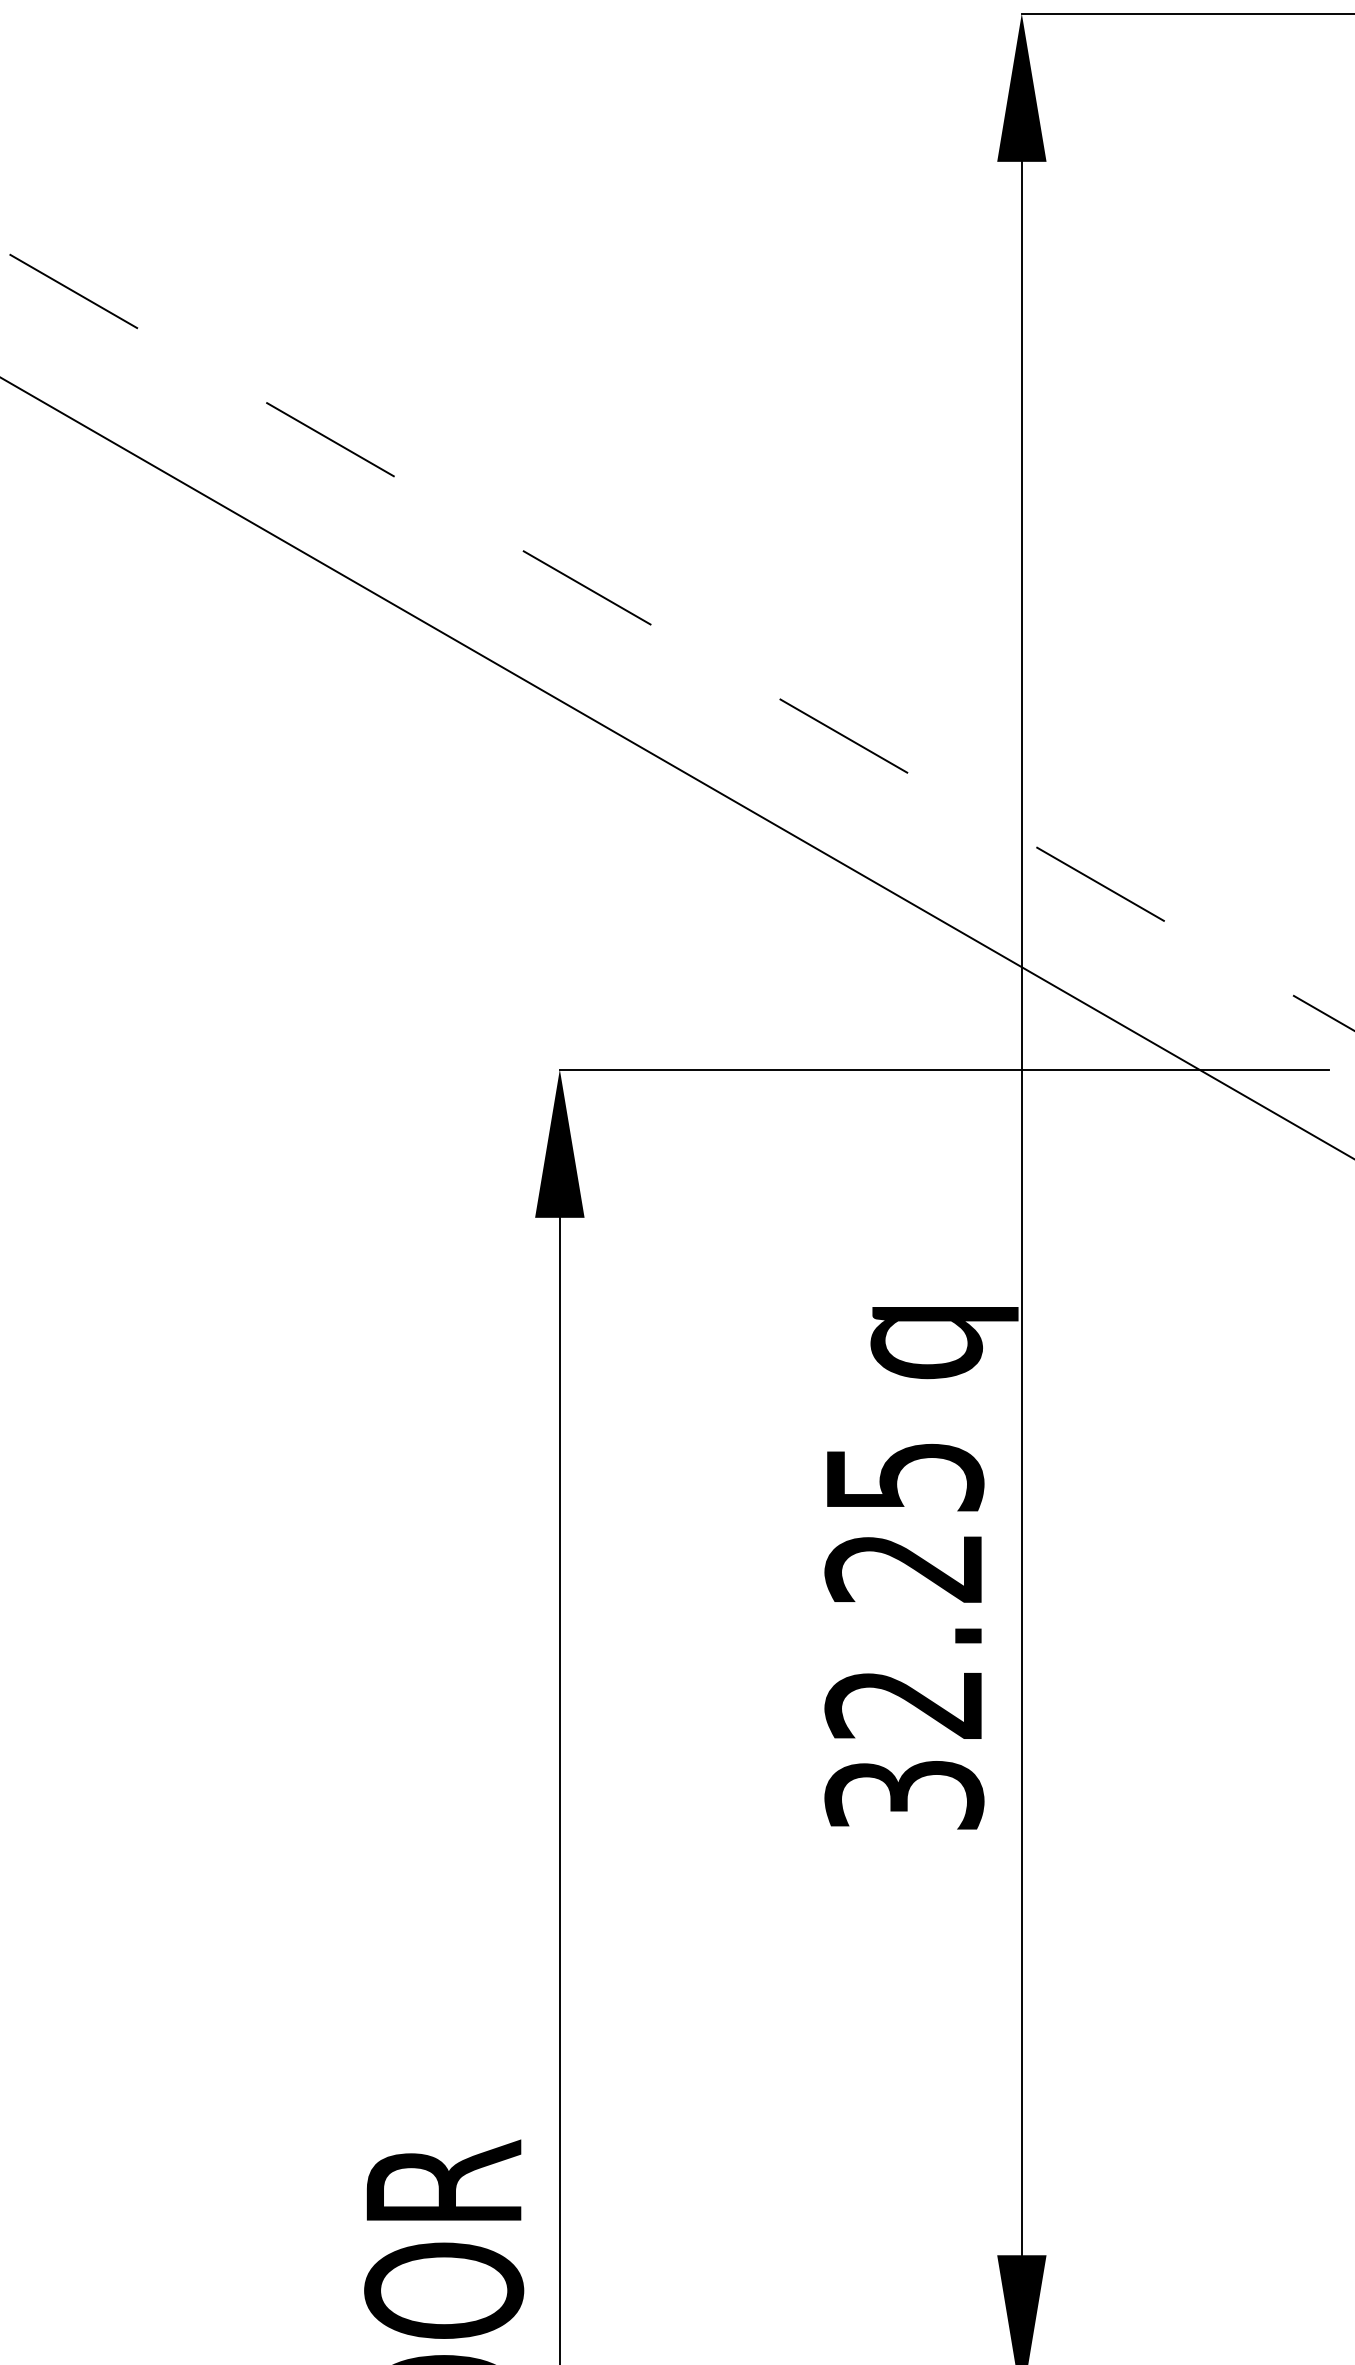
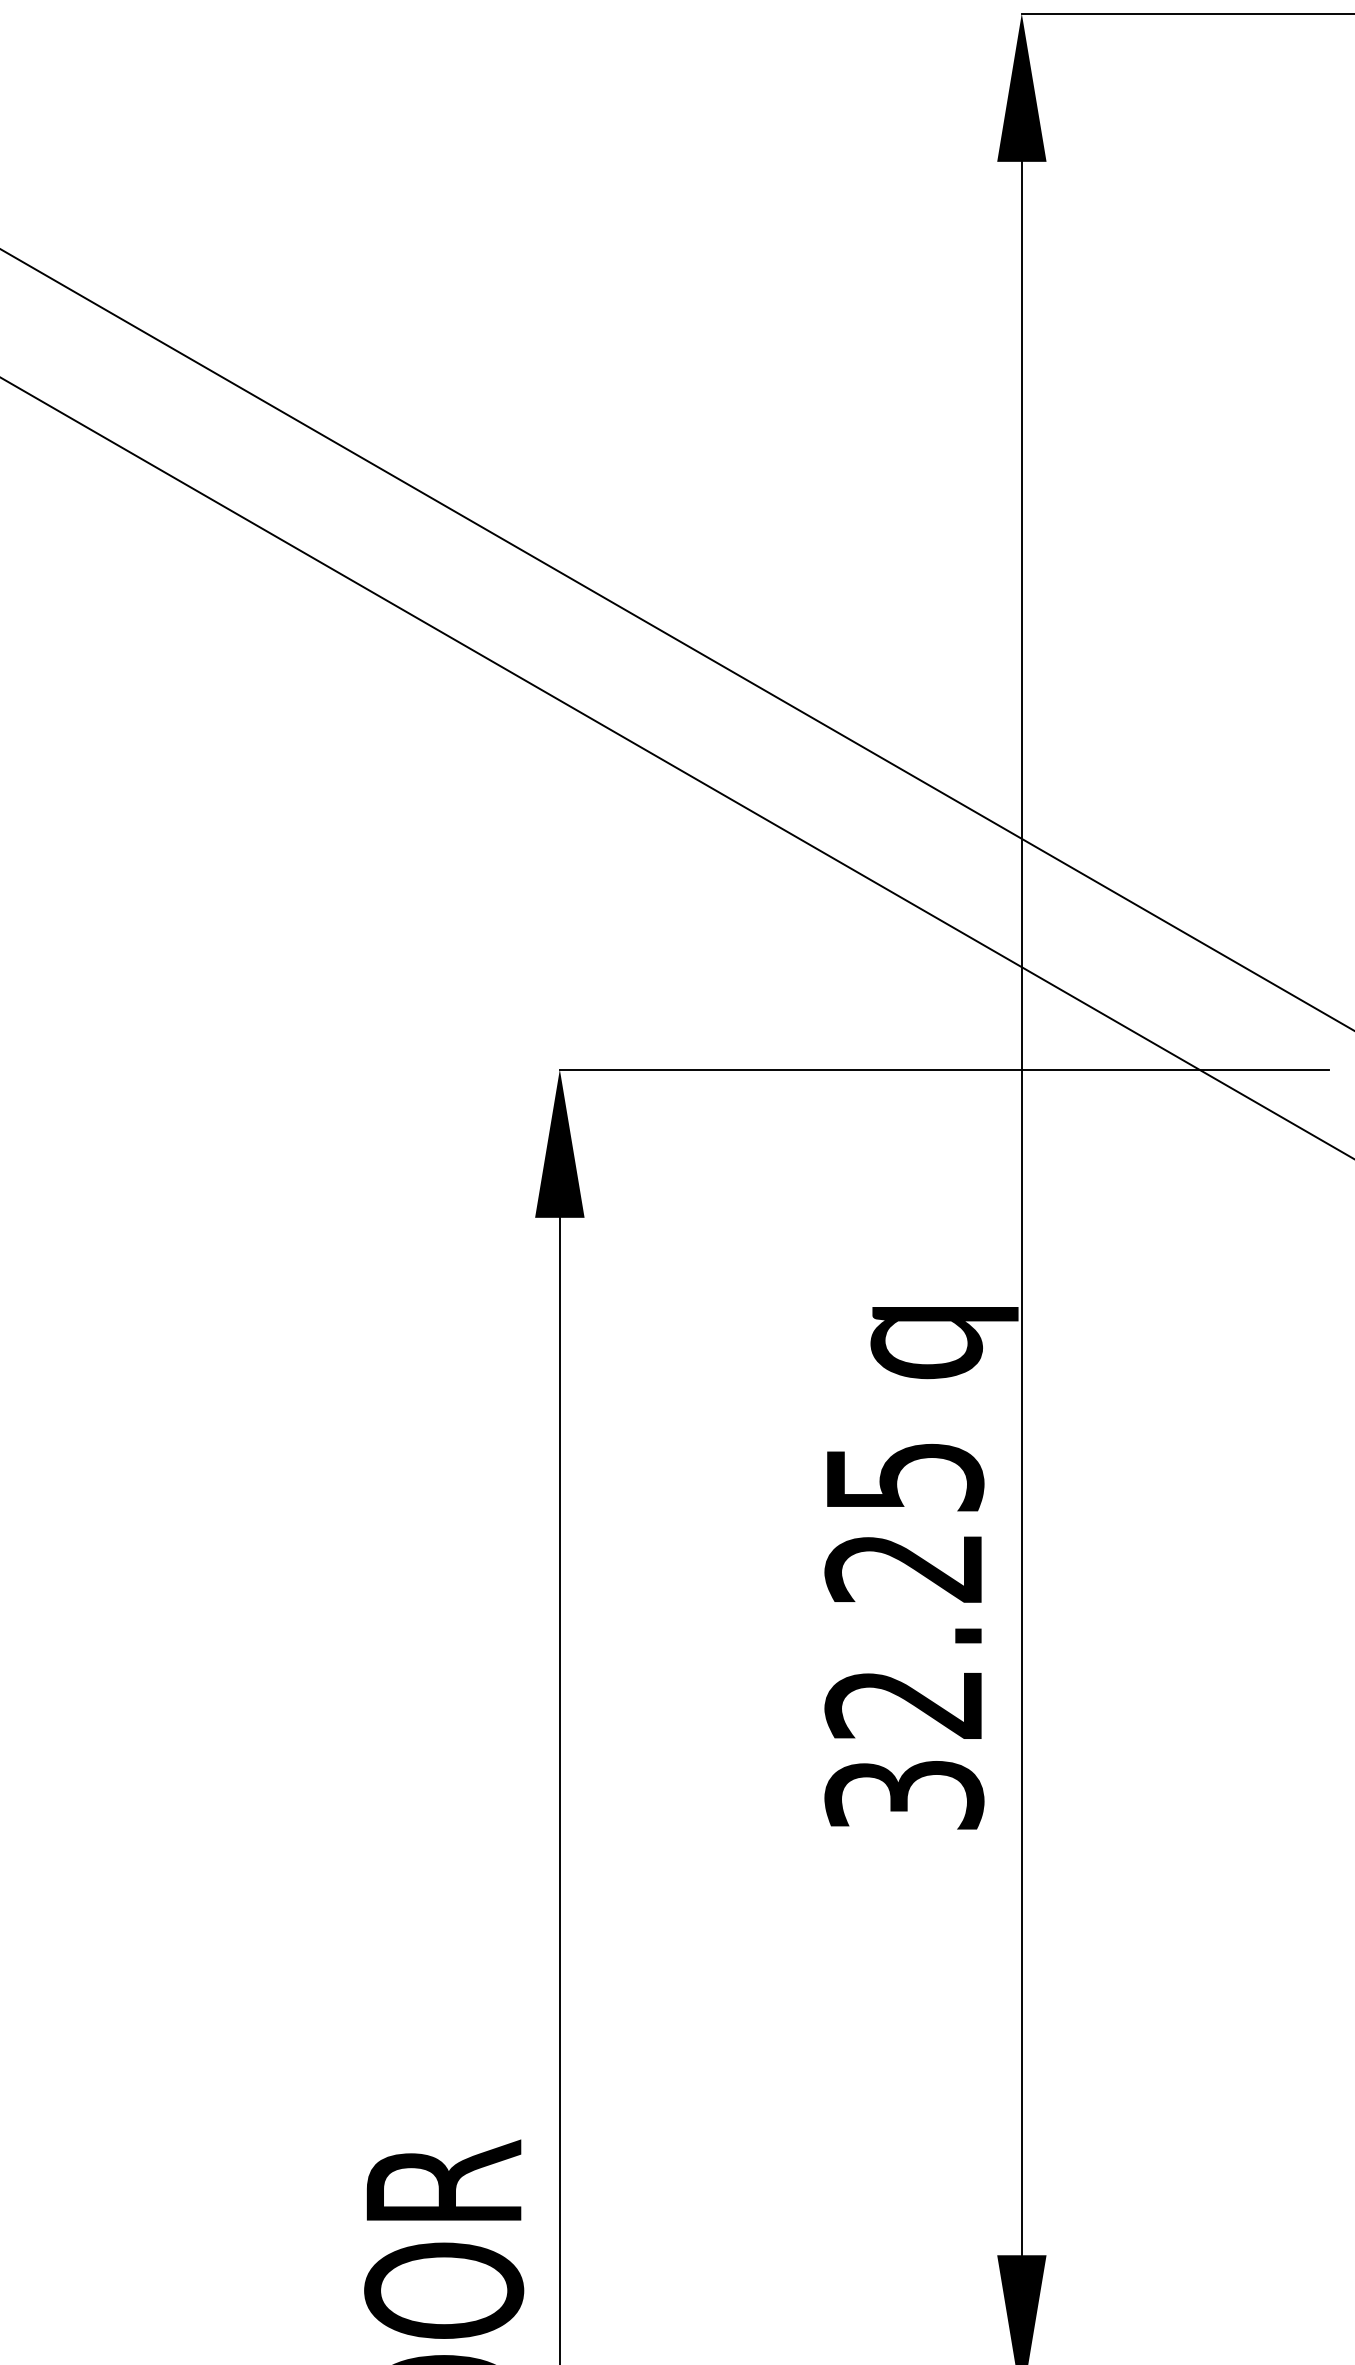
line at (677, 640): dashed -> solid
